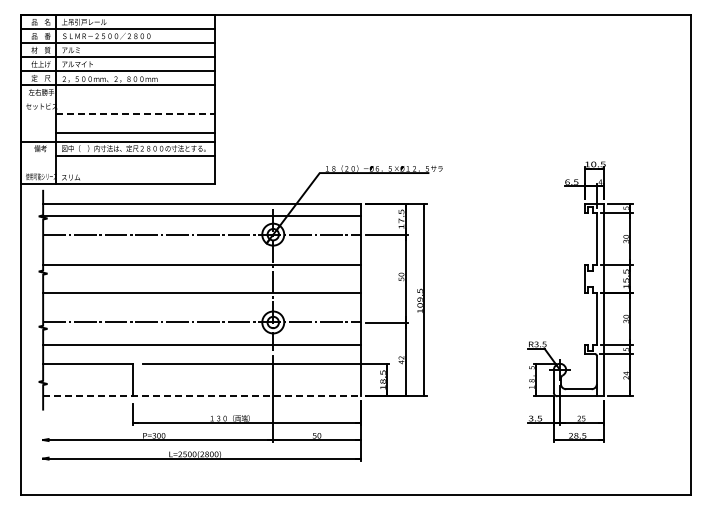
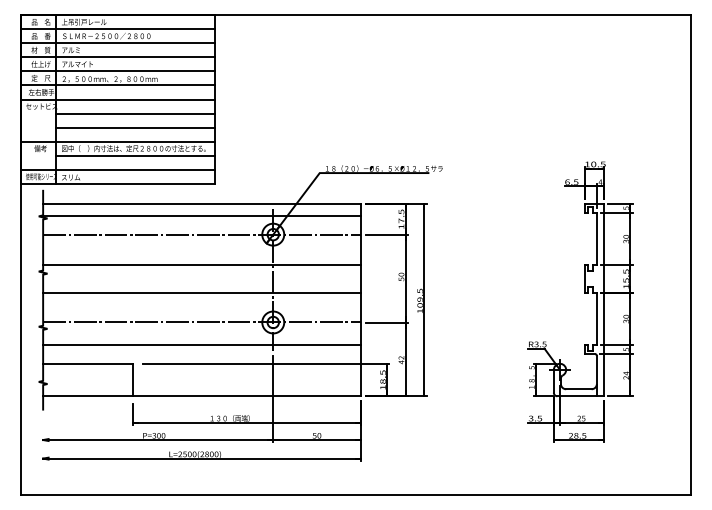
line at (117, 99): none -> present
line at (136, 113): dashed -> solid
line at (135, 132) position: (135, 132) -> (135, 127)
line at (117, 169): none -> present
line at (202, 396): dashed -> solid
